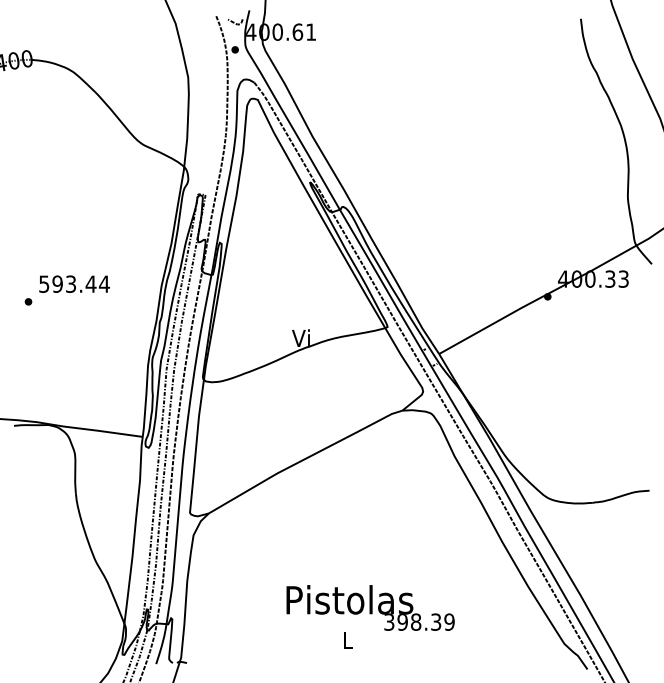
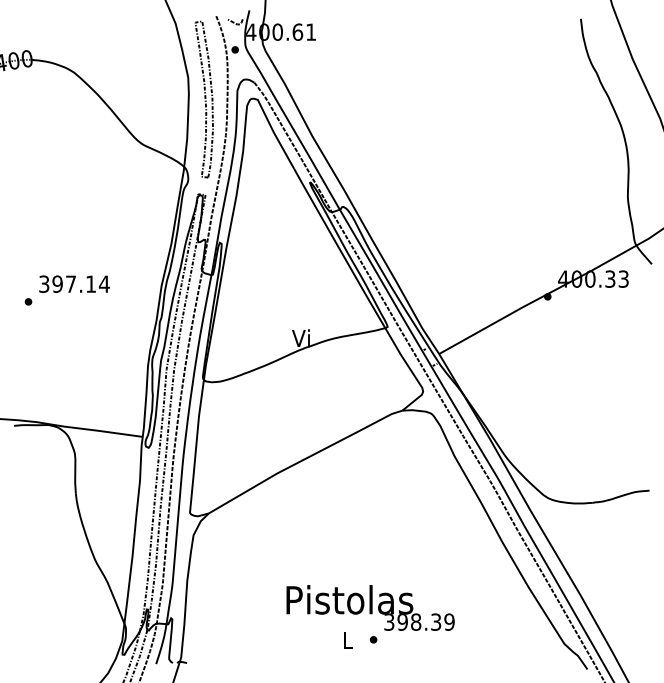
part at (203, 99): none -> present
text at (67, 283): 593.44 -> 397.14
part at (373, 639): none -> present
